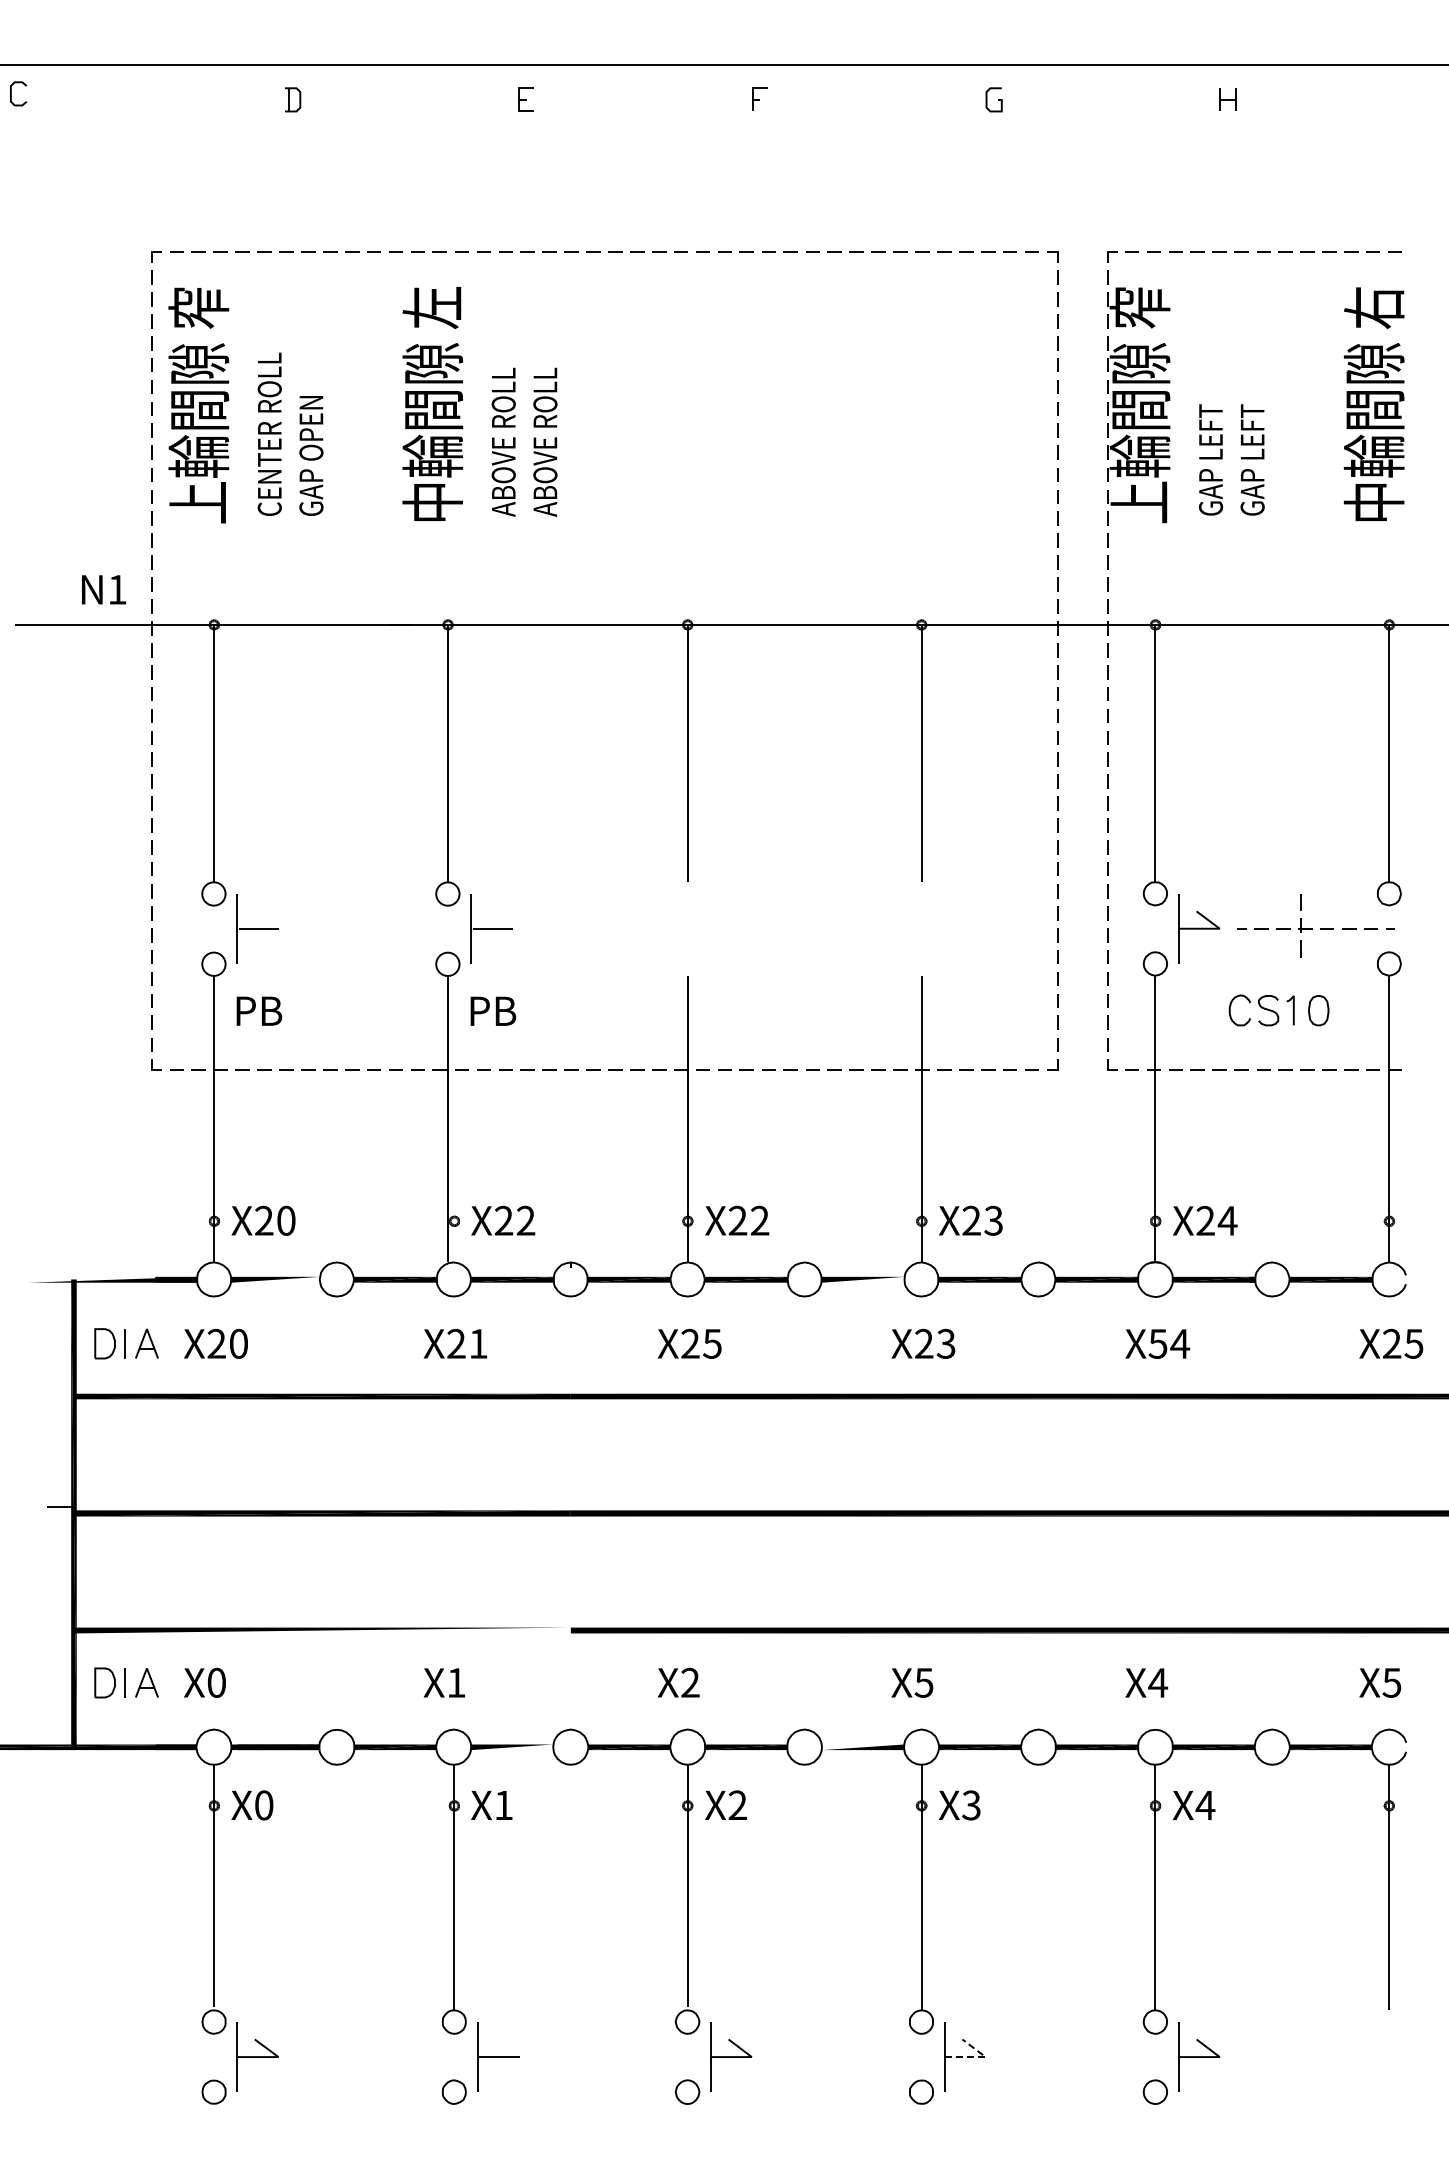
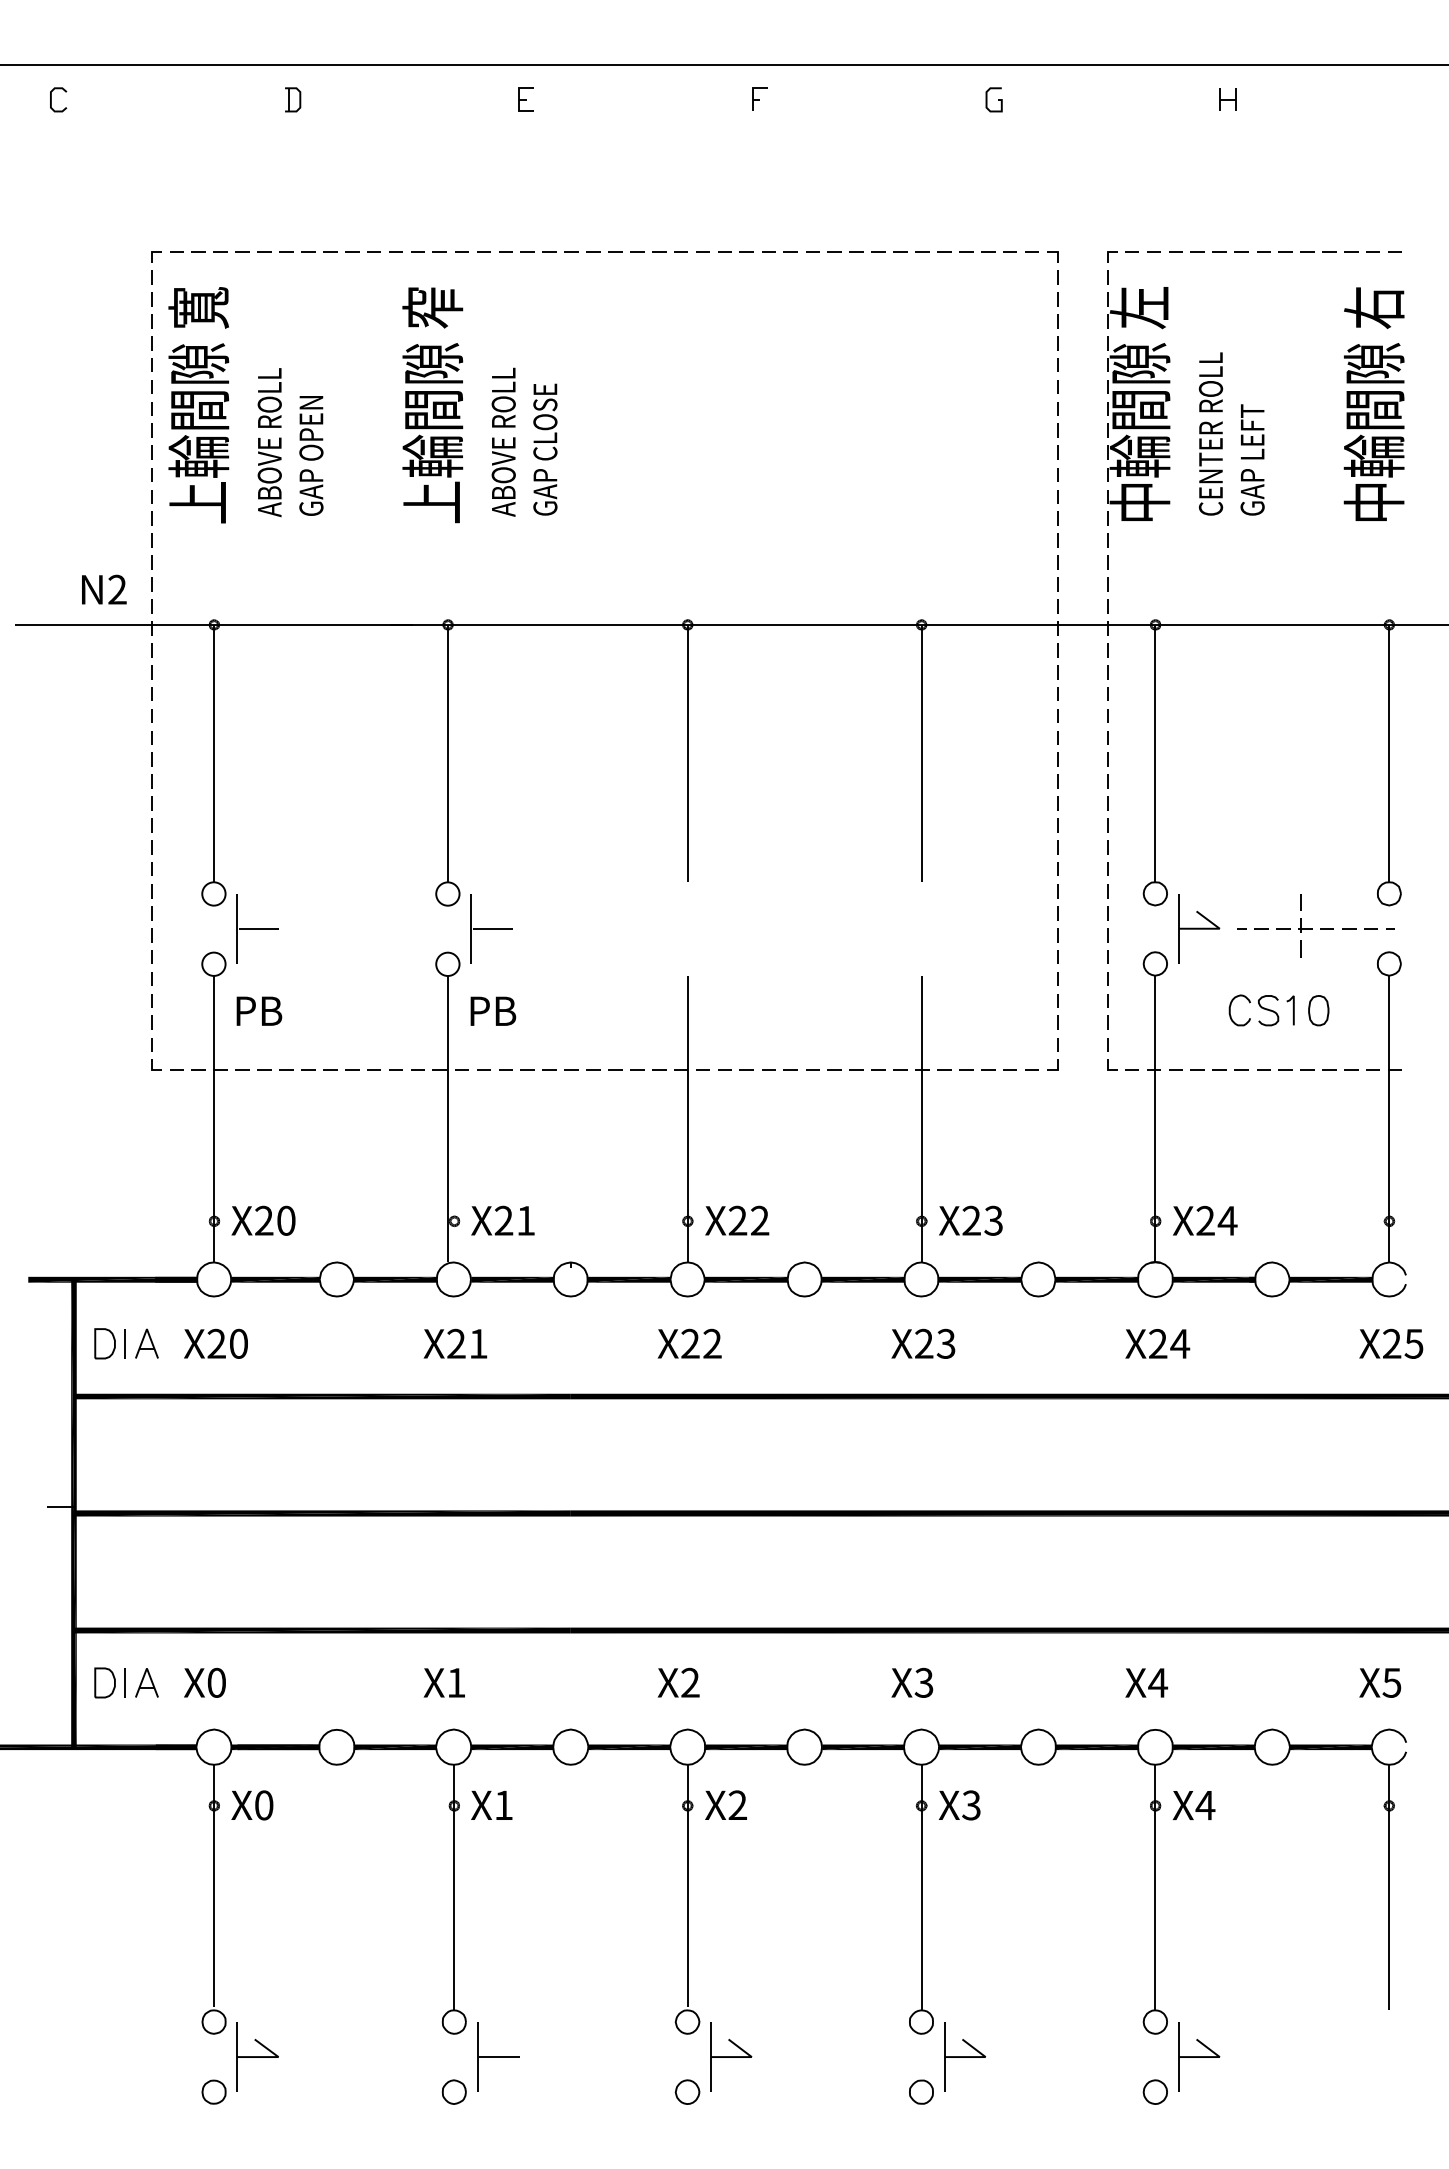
curve at (11, 93) position: (11, 93) -> (51, 99)
text at (201, 307): 上輪間隙 窄 -> 上輪間隙 寬
text at (432, 405): 中輪間隙 左 -> 上輪間隙 窄
text at (1139, 405): 上輪間隙 窄 -> 中輪間隙 左
text at (1210, 429): GAP LEFT -> CENTER ROLL
text at (269, 434): CENTER ROLL -> ABOVE ROLL
text at (545, 441): ABOVE ROLL -> GAP CLOSE
text at (117, 589): N1 -> N2
text at (526, 1220): X22 -> X21
fill at (112, 1279): none -> present
fill at (275, 1279): none -> present
fill at (863, 1279): none -> present
text at (712, 1343): X25 -> X22
text at (1157, 1343): X54 -> X24
fill at (321, 1630): none -> present
text at (923, 1682): X5 -> X3
fill at (512, 1747): none -> present
fill at (862, 1747): none -> present
line at (980, 2057): dashed -> solid
